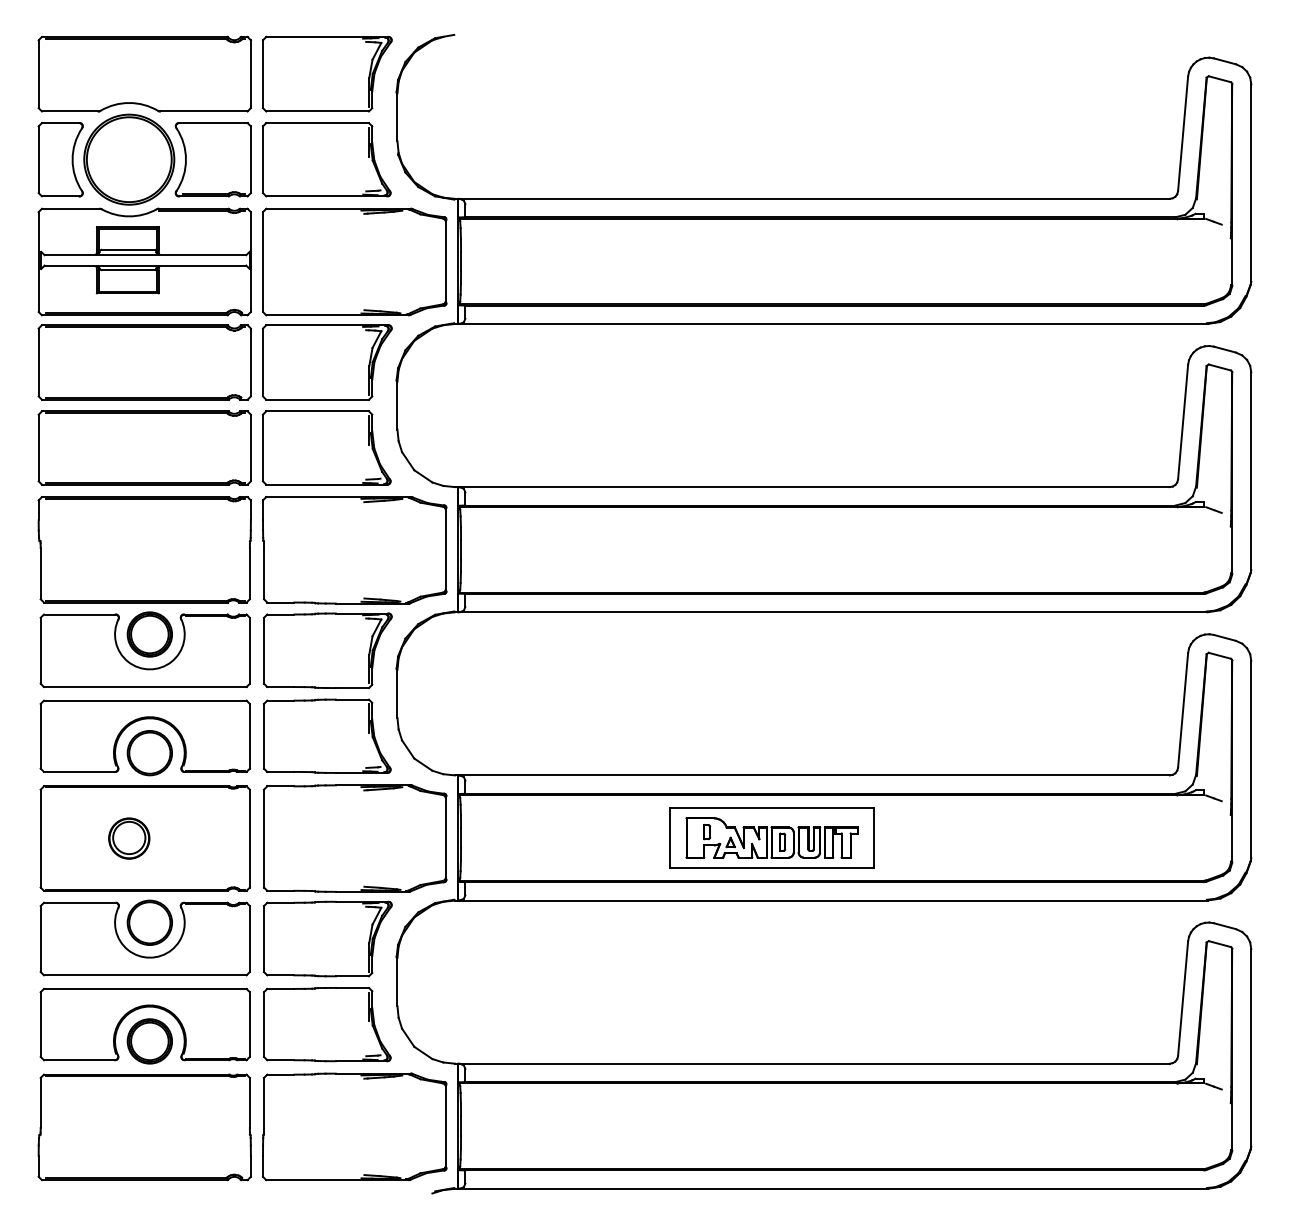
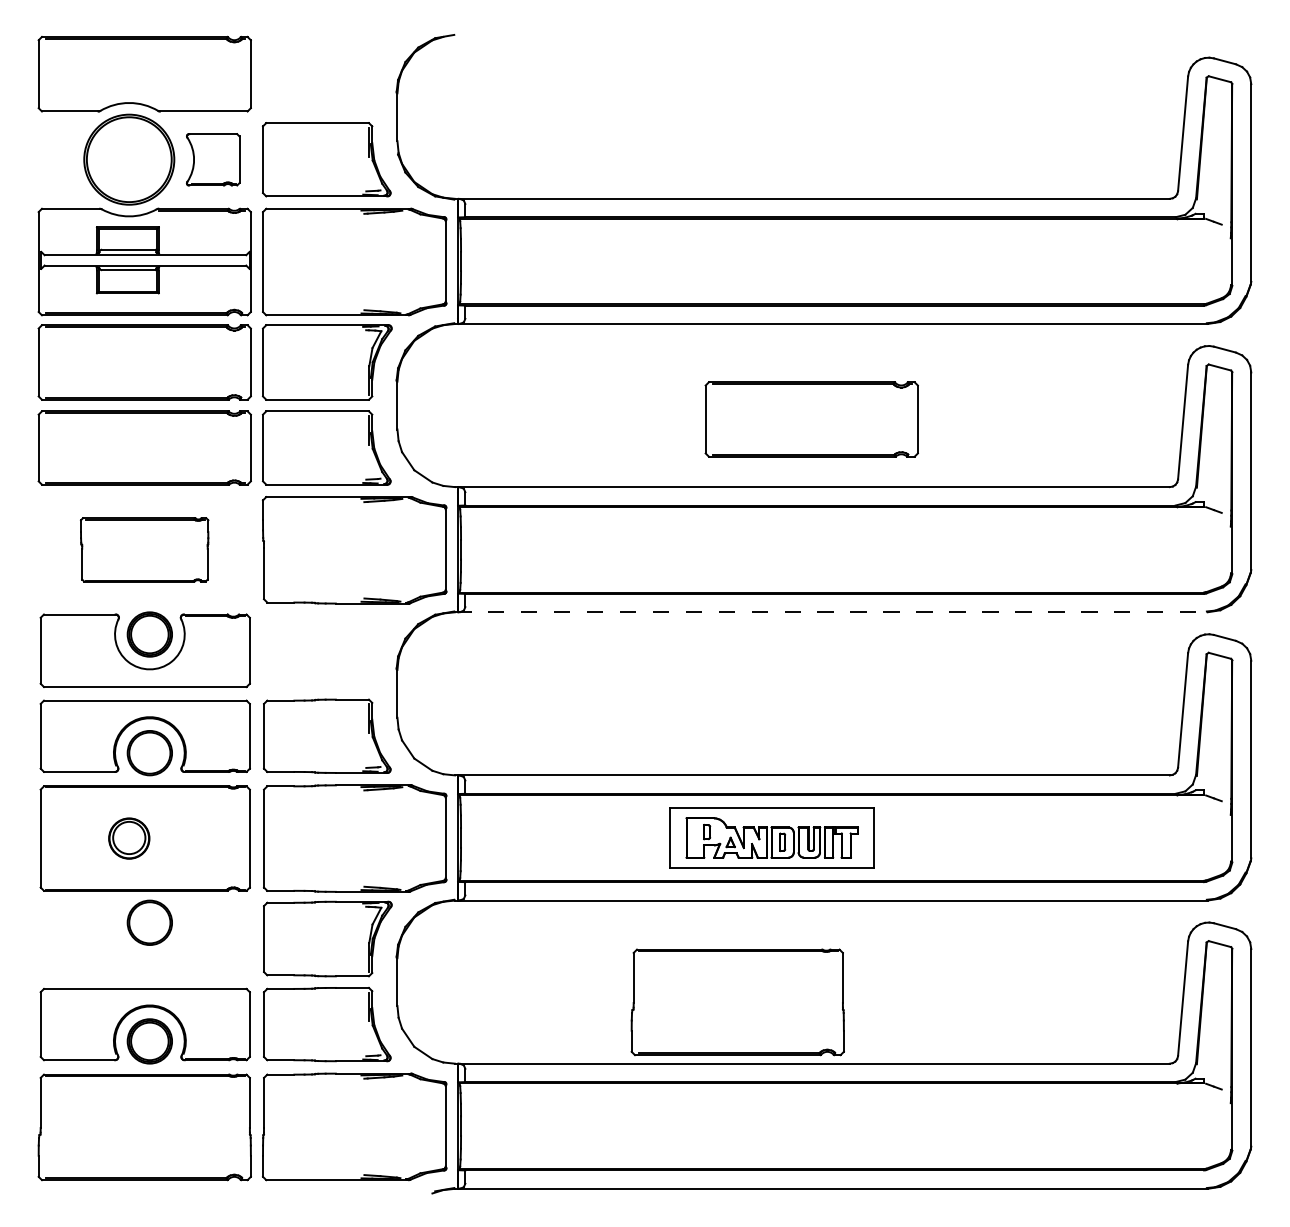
part at (327, 73): present -> none
part at (60, 159): present -> none
part at (212, 159) size: 78x76 px -> 55x54 px
part at (811, 419): none -> present
part at (144, 549) size: 215x108 px -> 130x66 px
line at (831, 612): solid -> dashed
part at (327, 650): present -> none
part at (138, 954): present -> none
part at (737, 1002): none -> present
